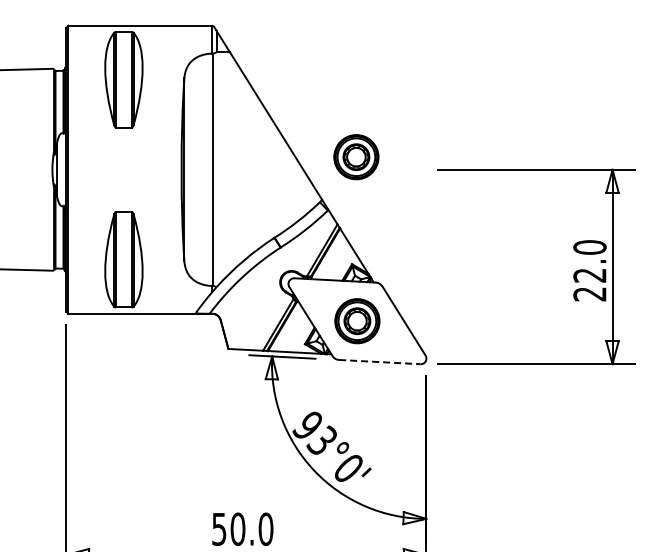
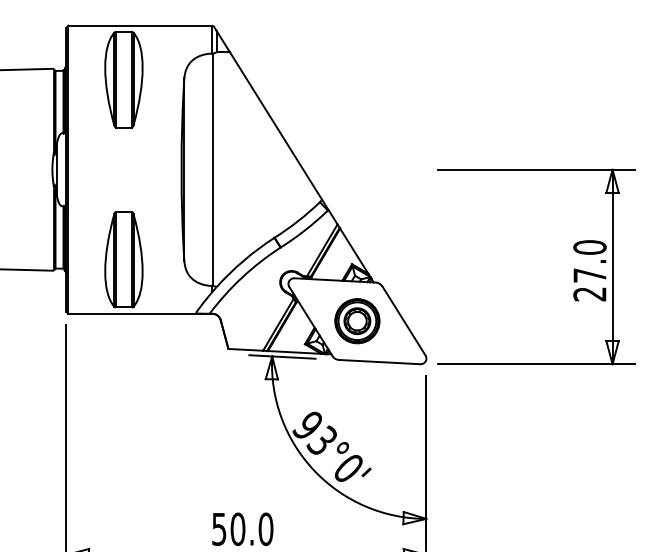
part at (356, 157): present -> none
text at (589, 275): 22.0 -> 27.0
line at (379, 362): dashed -> solid
